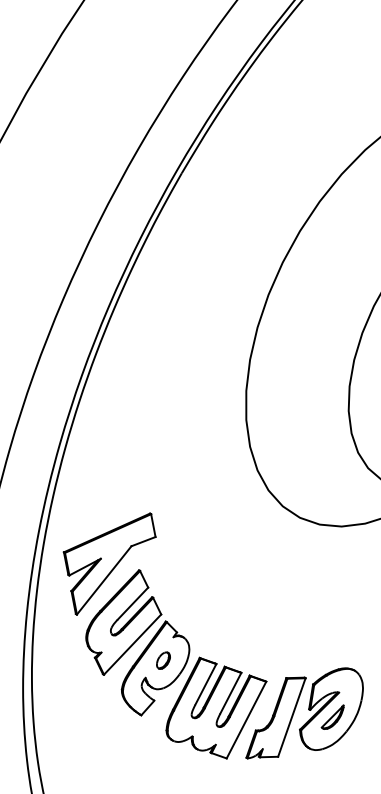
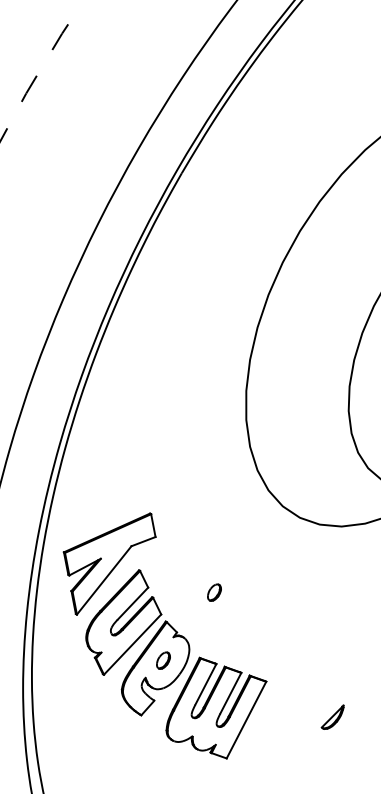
line at (40, 69): solid -> dashed
part at (214, 592): none -> present
part at (304, 713): present -> none
